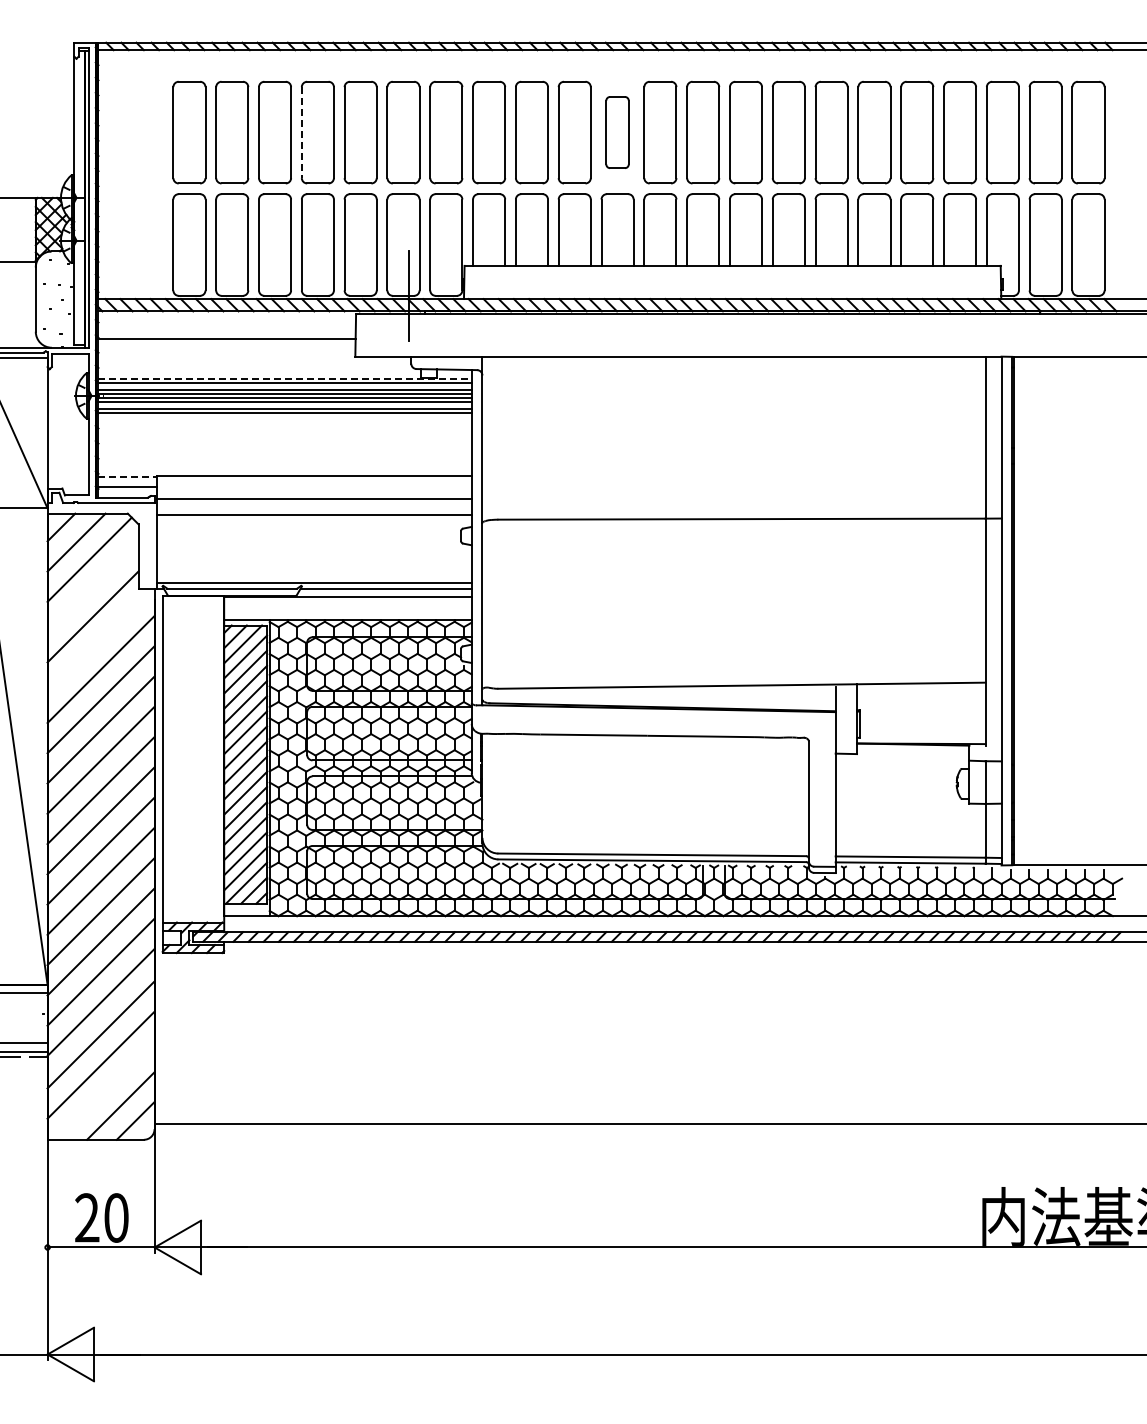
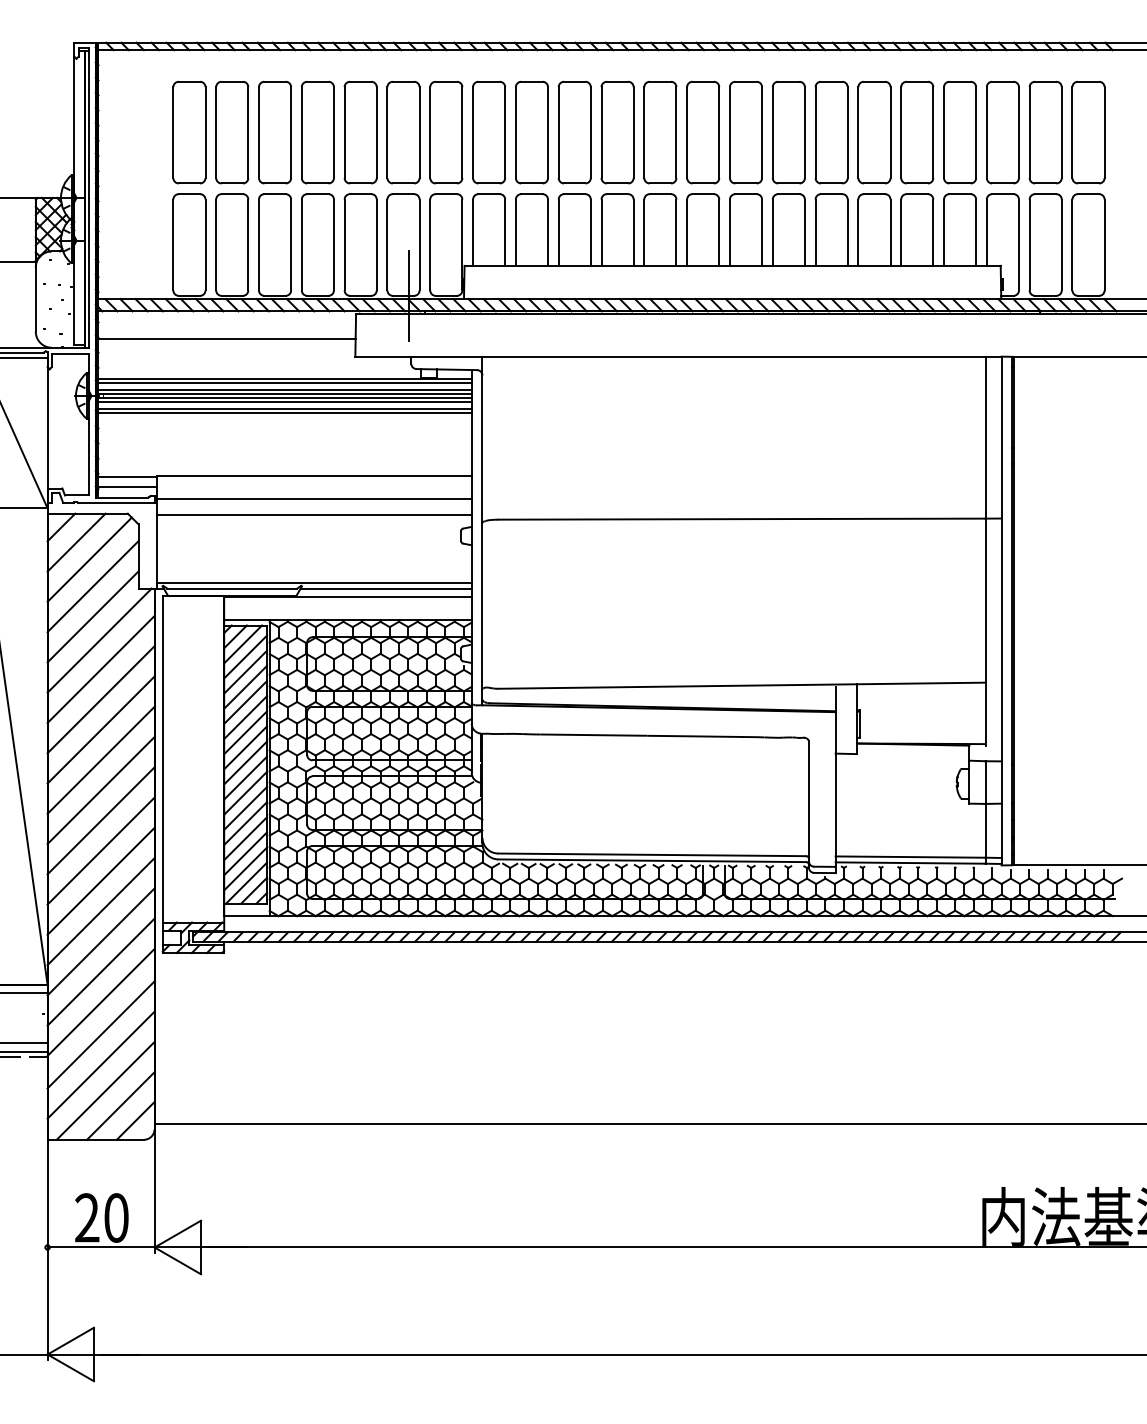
part at (617, 132) size: 25x73 px -> 35x105 px
line at (301, 133): dashed -> solid
line at (285, 378): dashed -> solid
line at (128, 477): dashed -> solid
line at (92, 586): none -> present
line at (99, 640): none -> present
line at (105, 1090): none -> present
